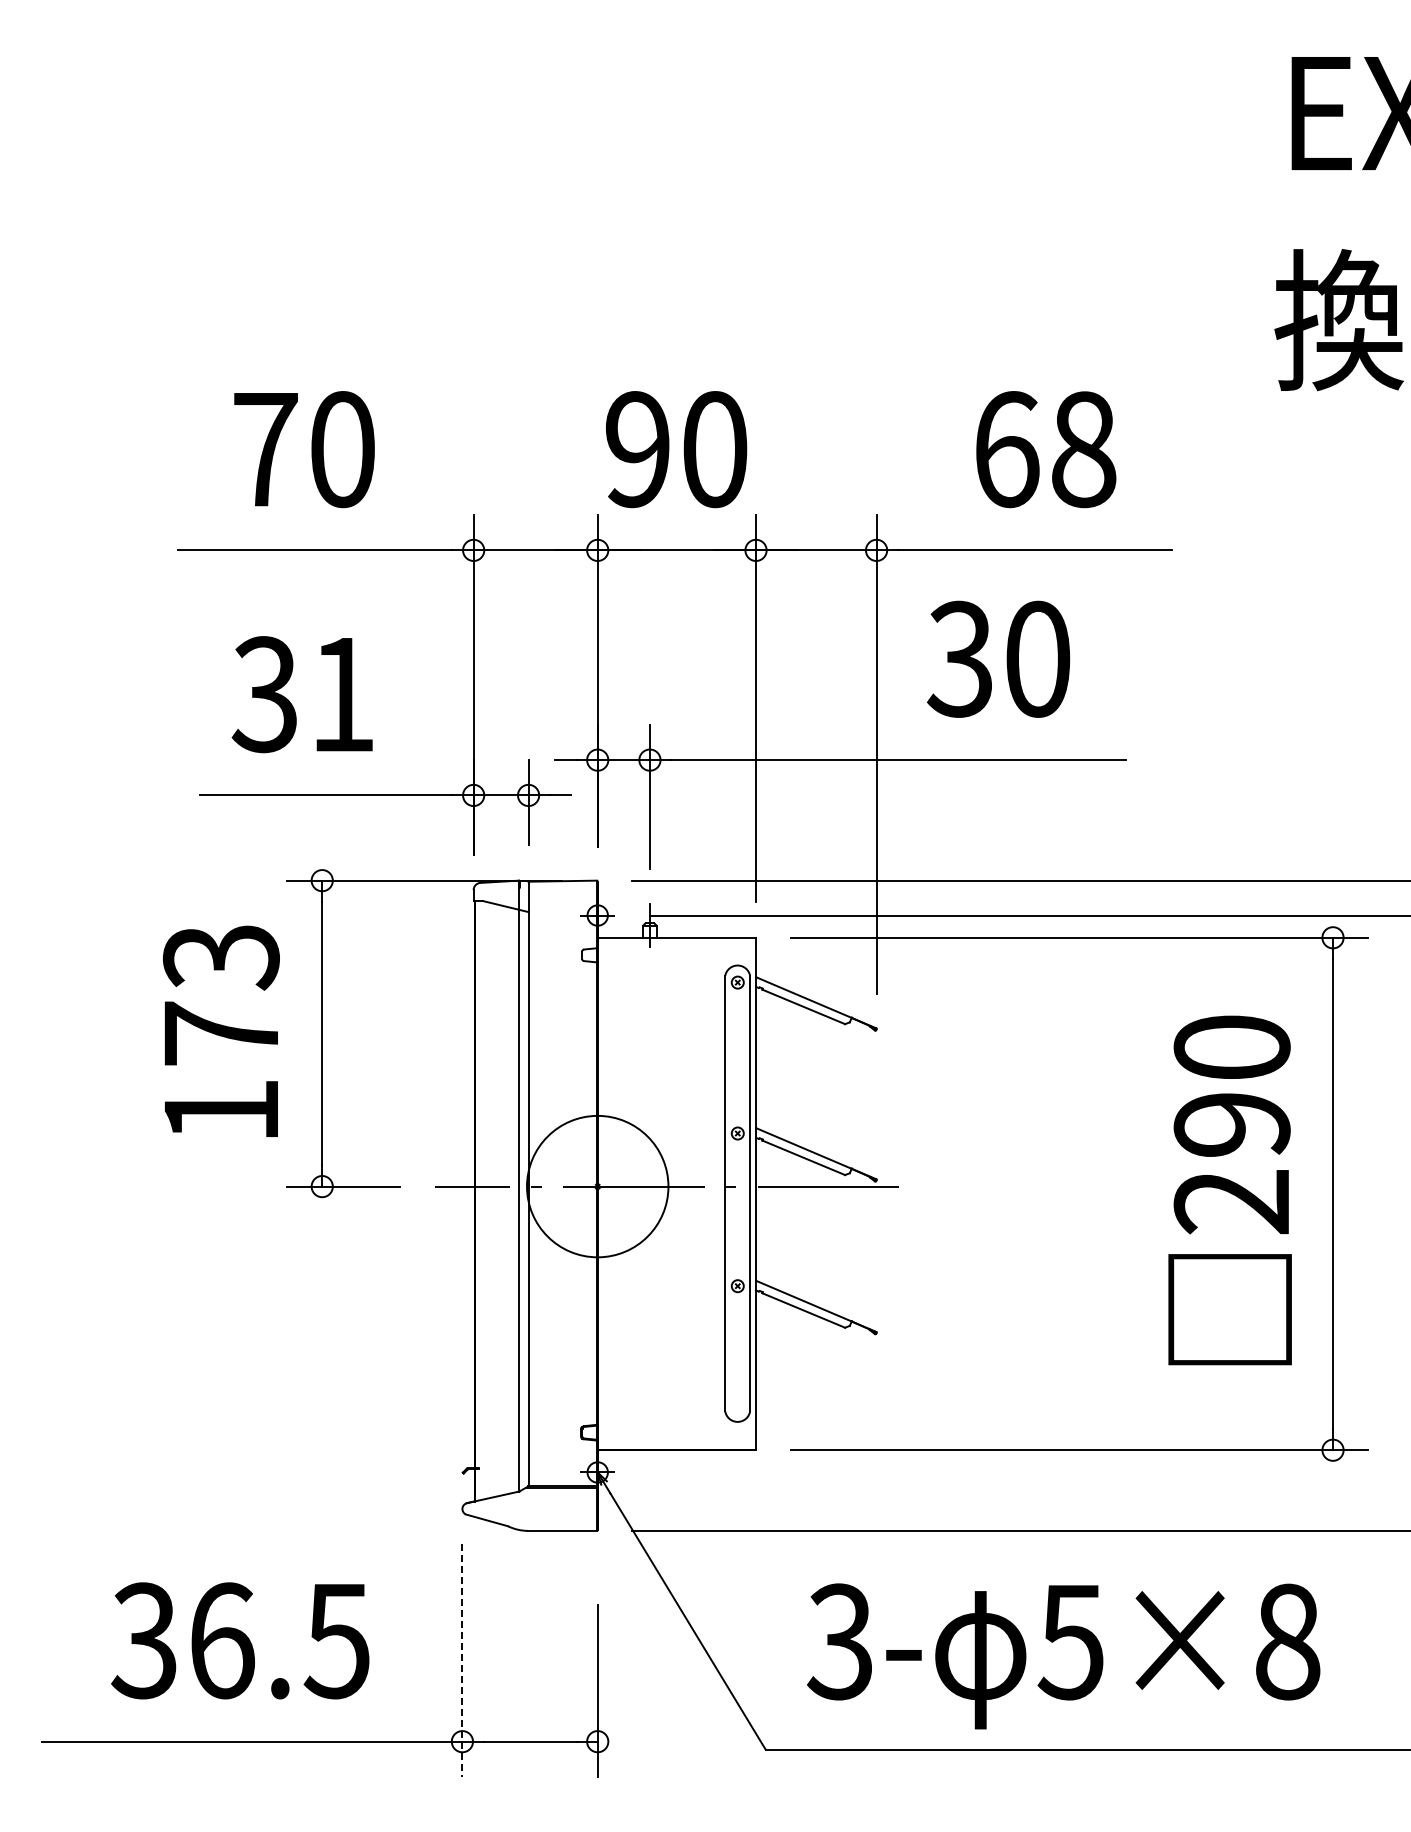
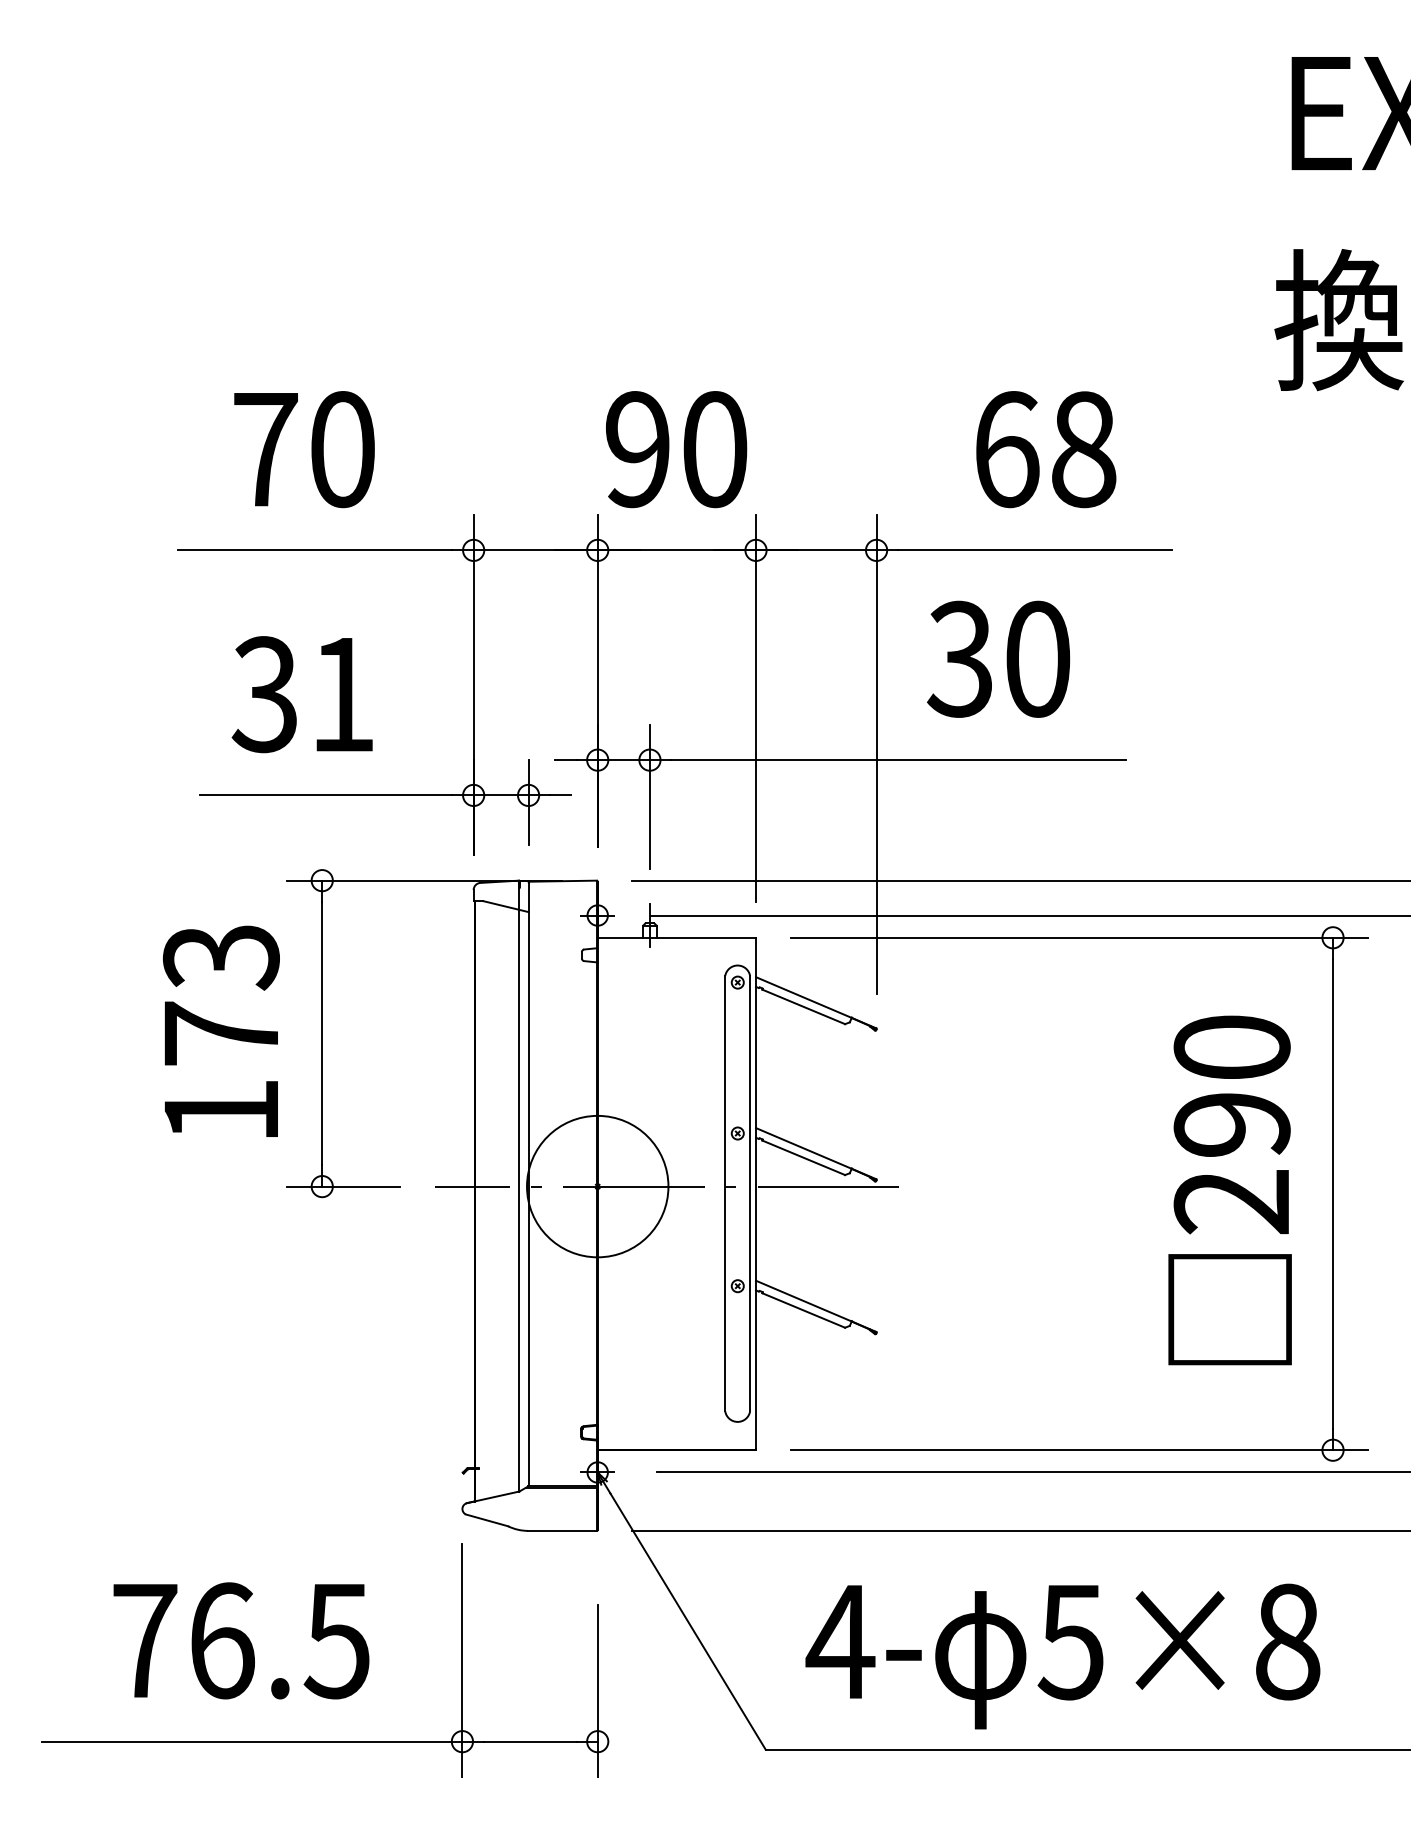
line at (1031, 1472): none -> present
text at (144, 1640): 36.5 -> 76.5
text at (840, 1641): 3- -> 4-
line at (462, 1661): dashed -> solid
